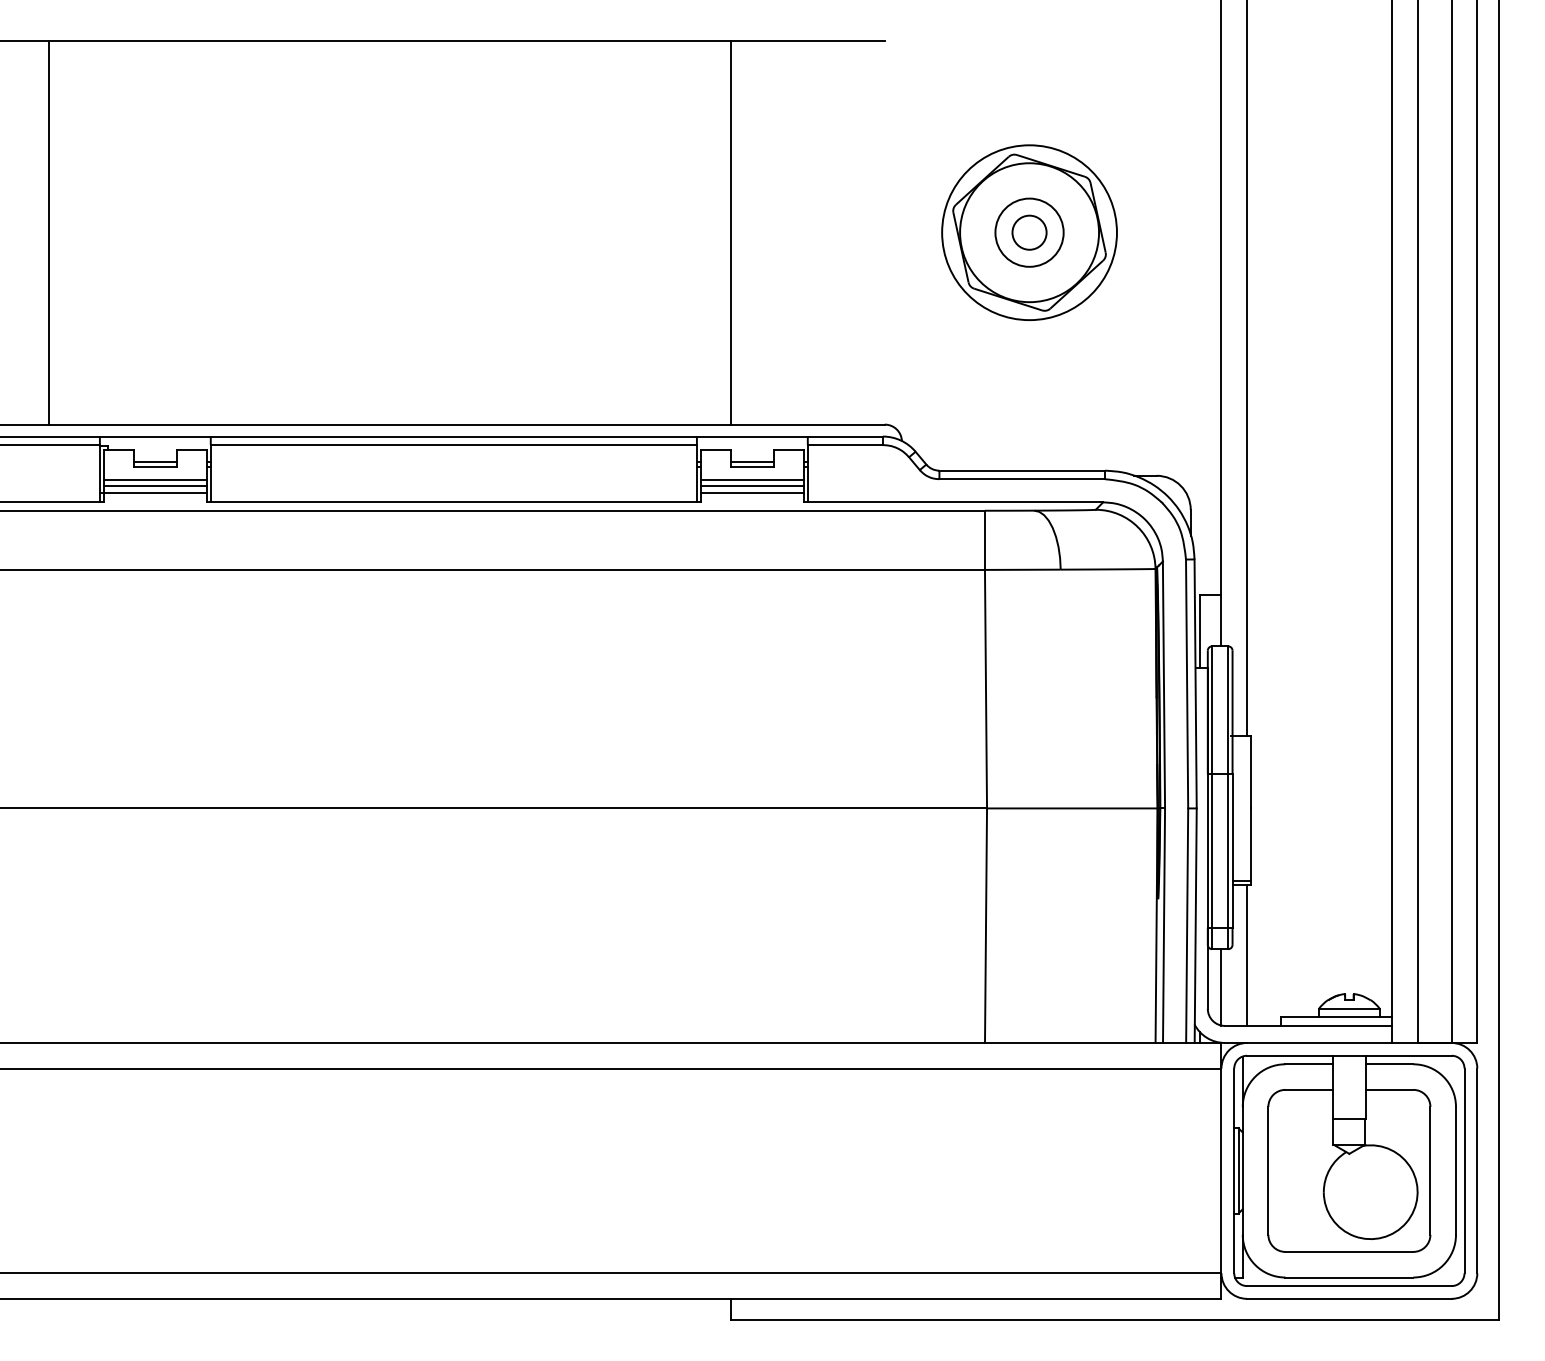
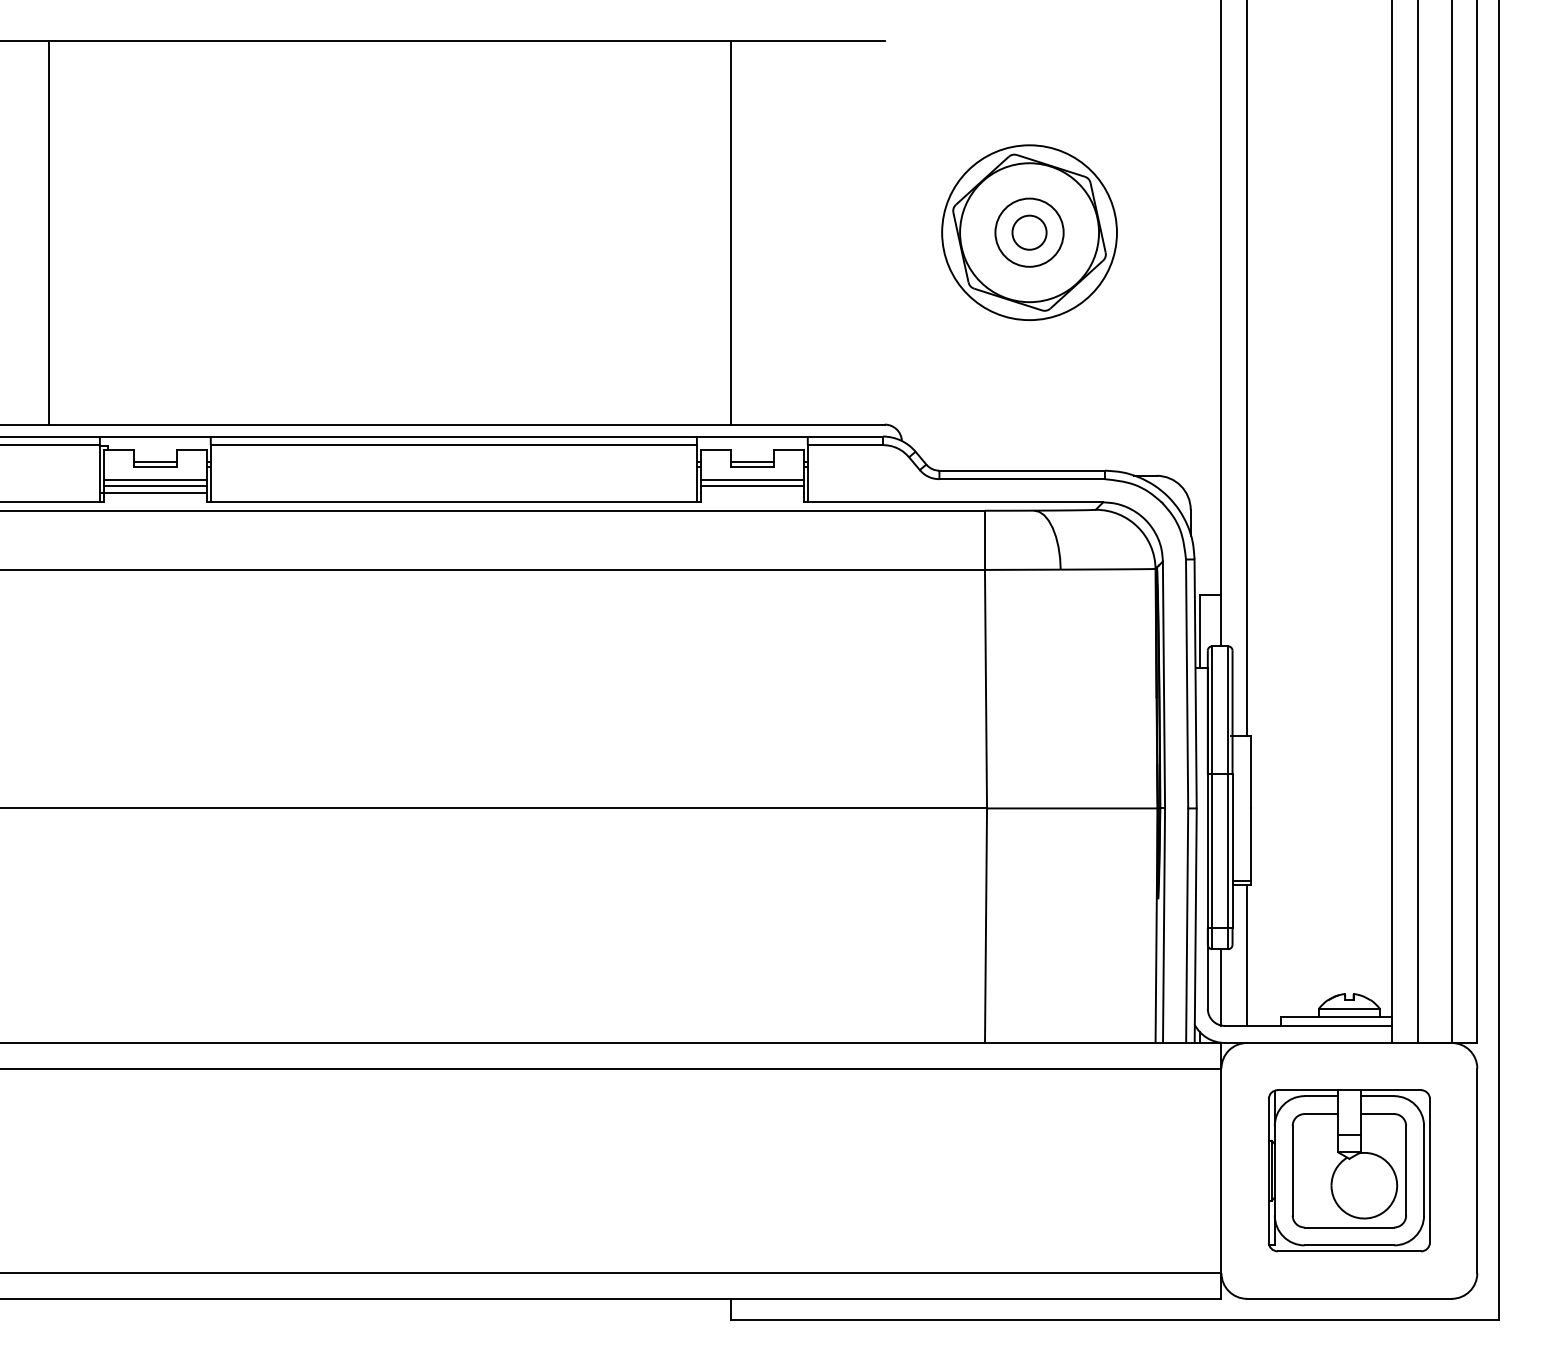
line at (752, 492): present -> none
part at (1349, 1170) size: 233x233 px -> 163x164 px
